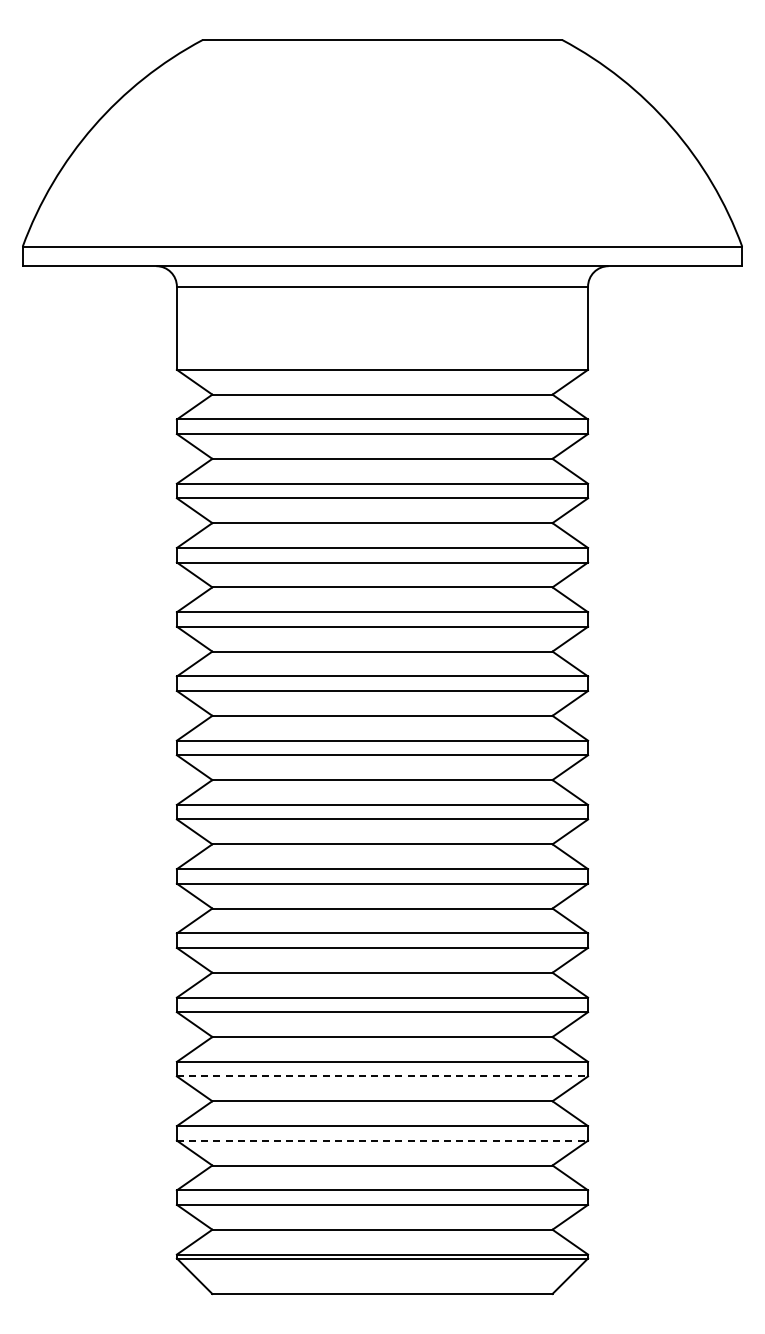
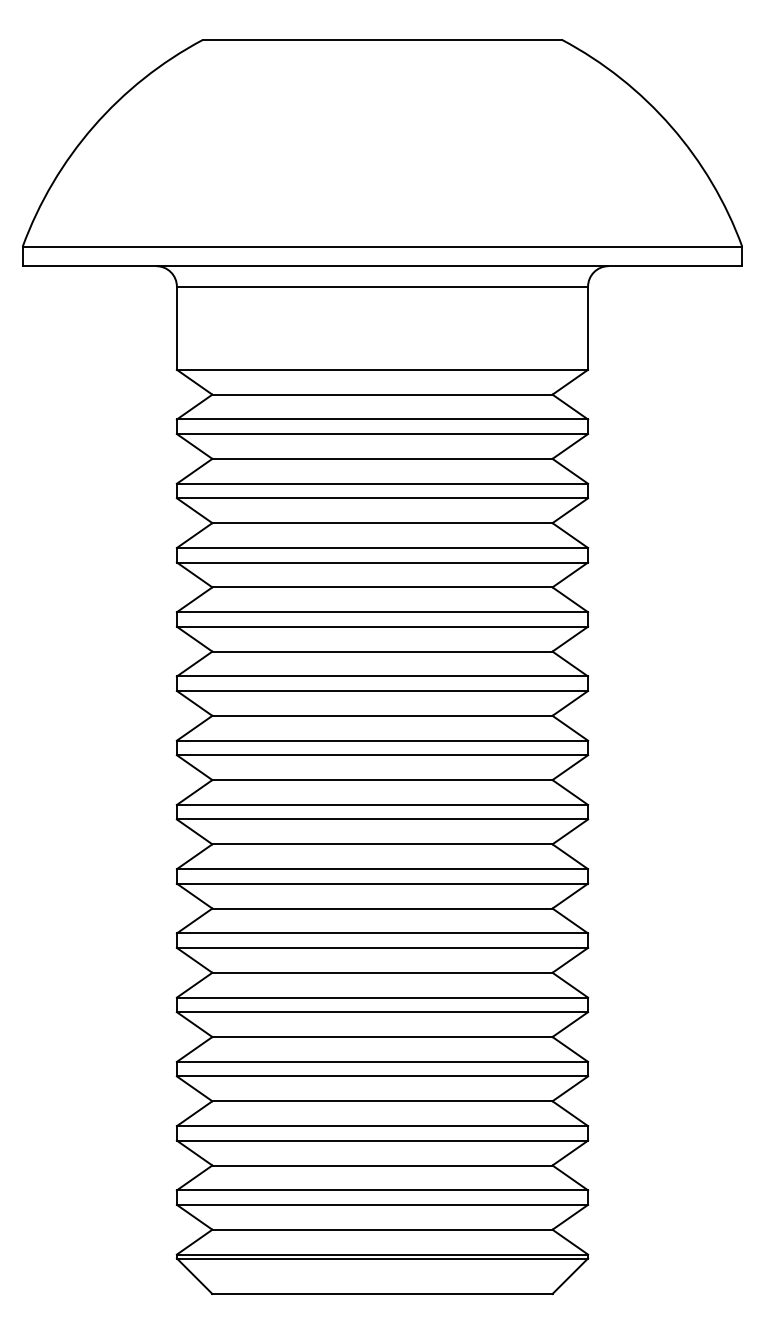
line at (382, 1076): dashed -> solid
line at (382, 1140): dashed -> solid
